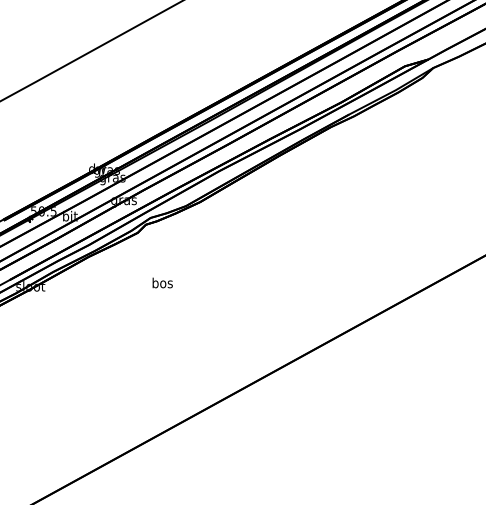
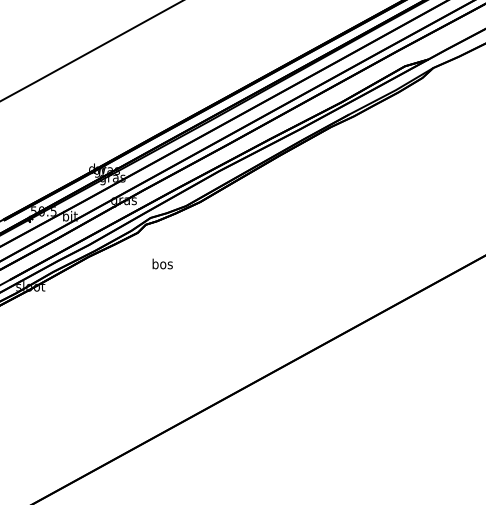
text at (162, 282) position: (162, 282) -> (162, 263)
